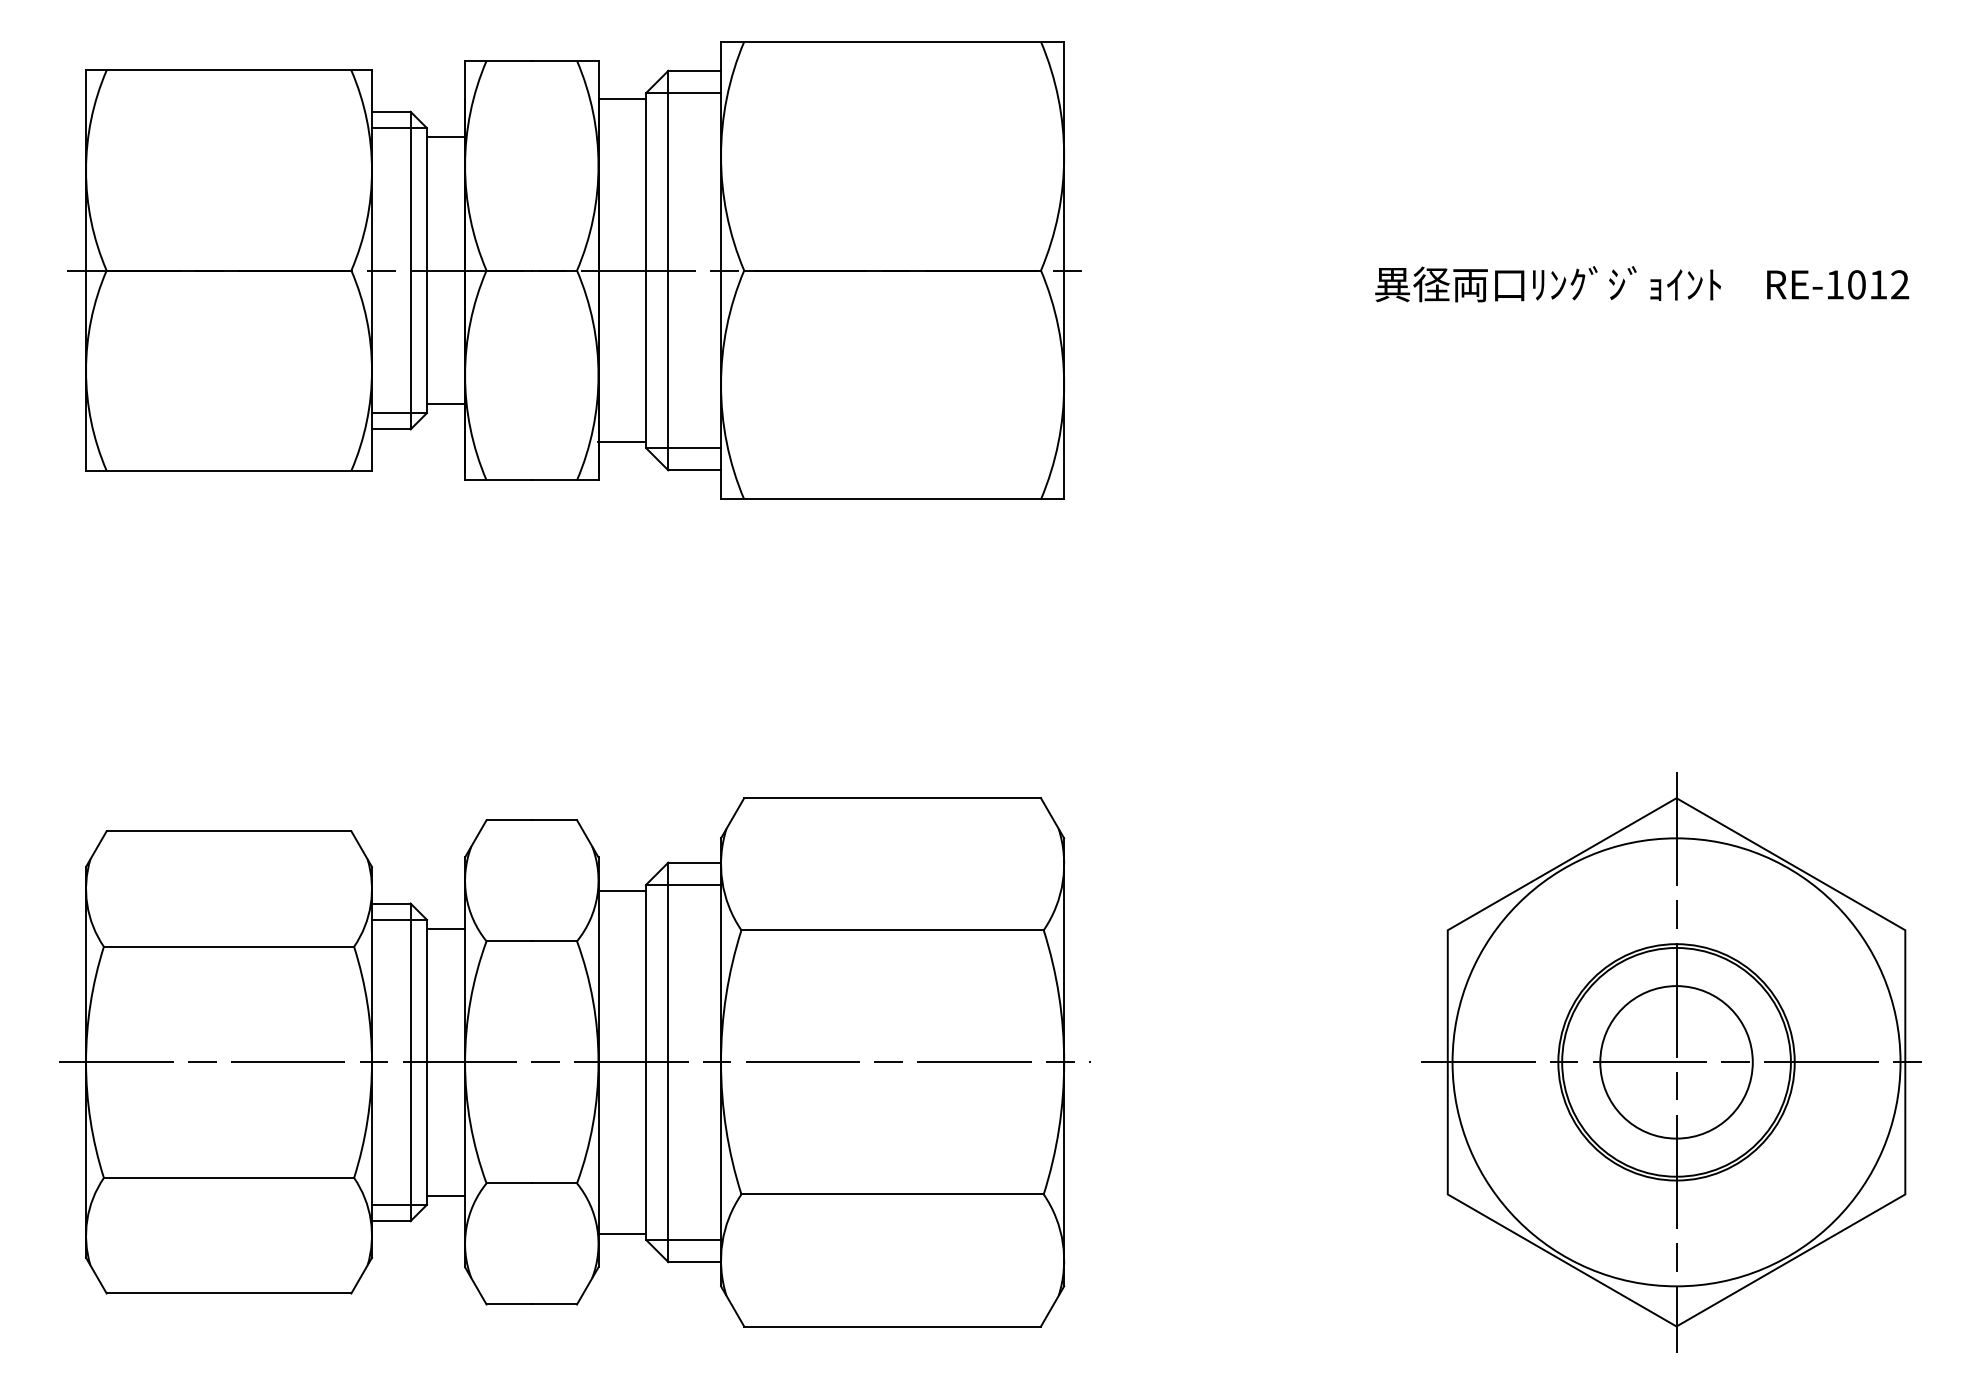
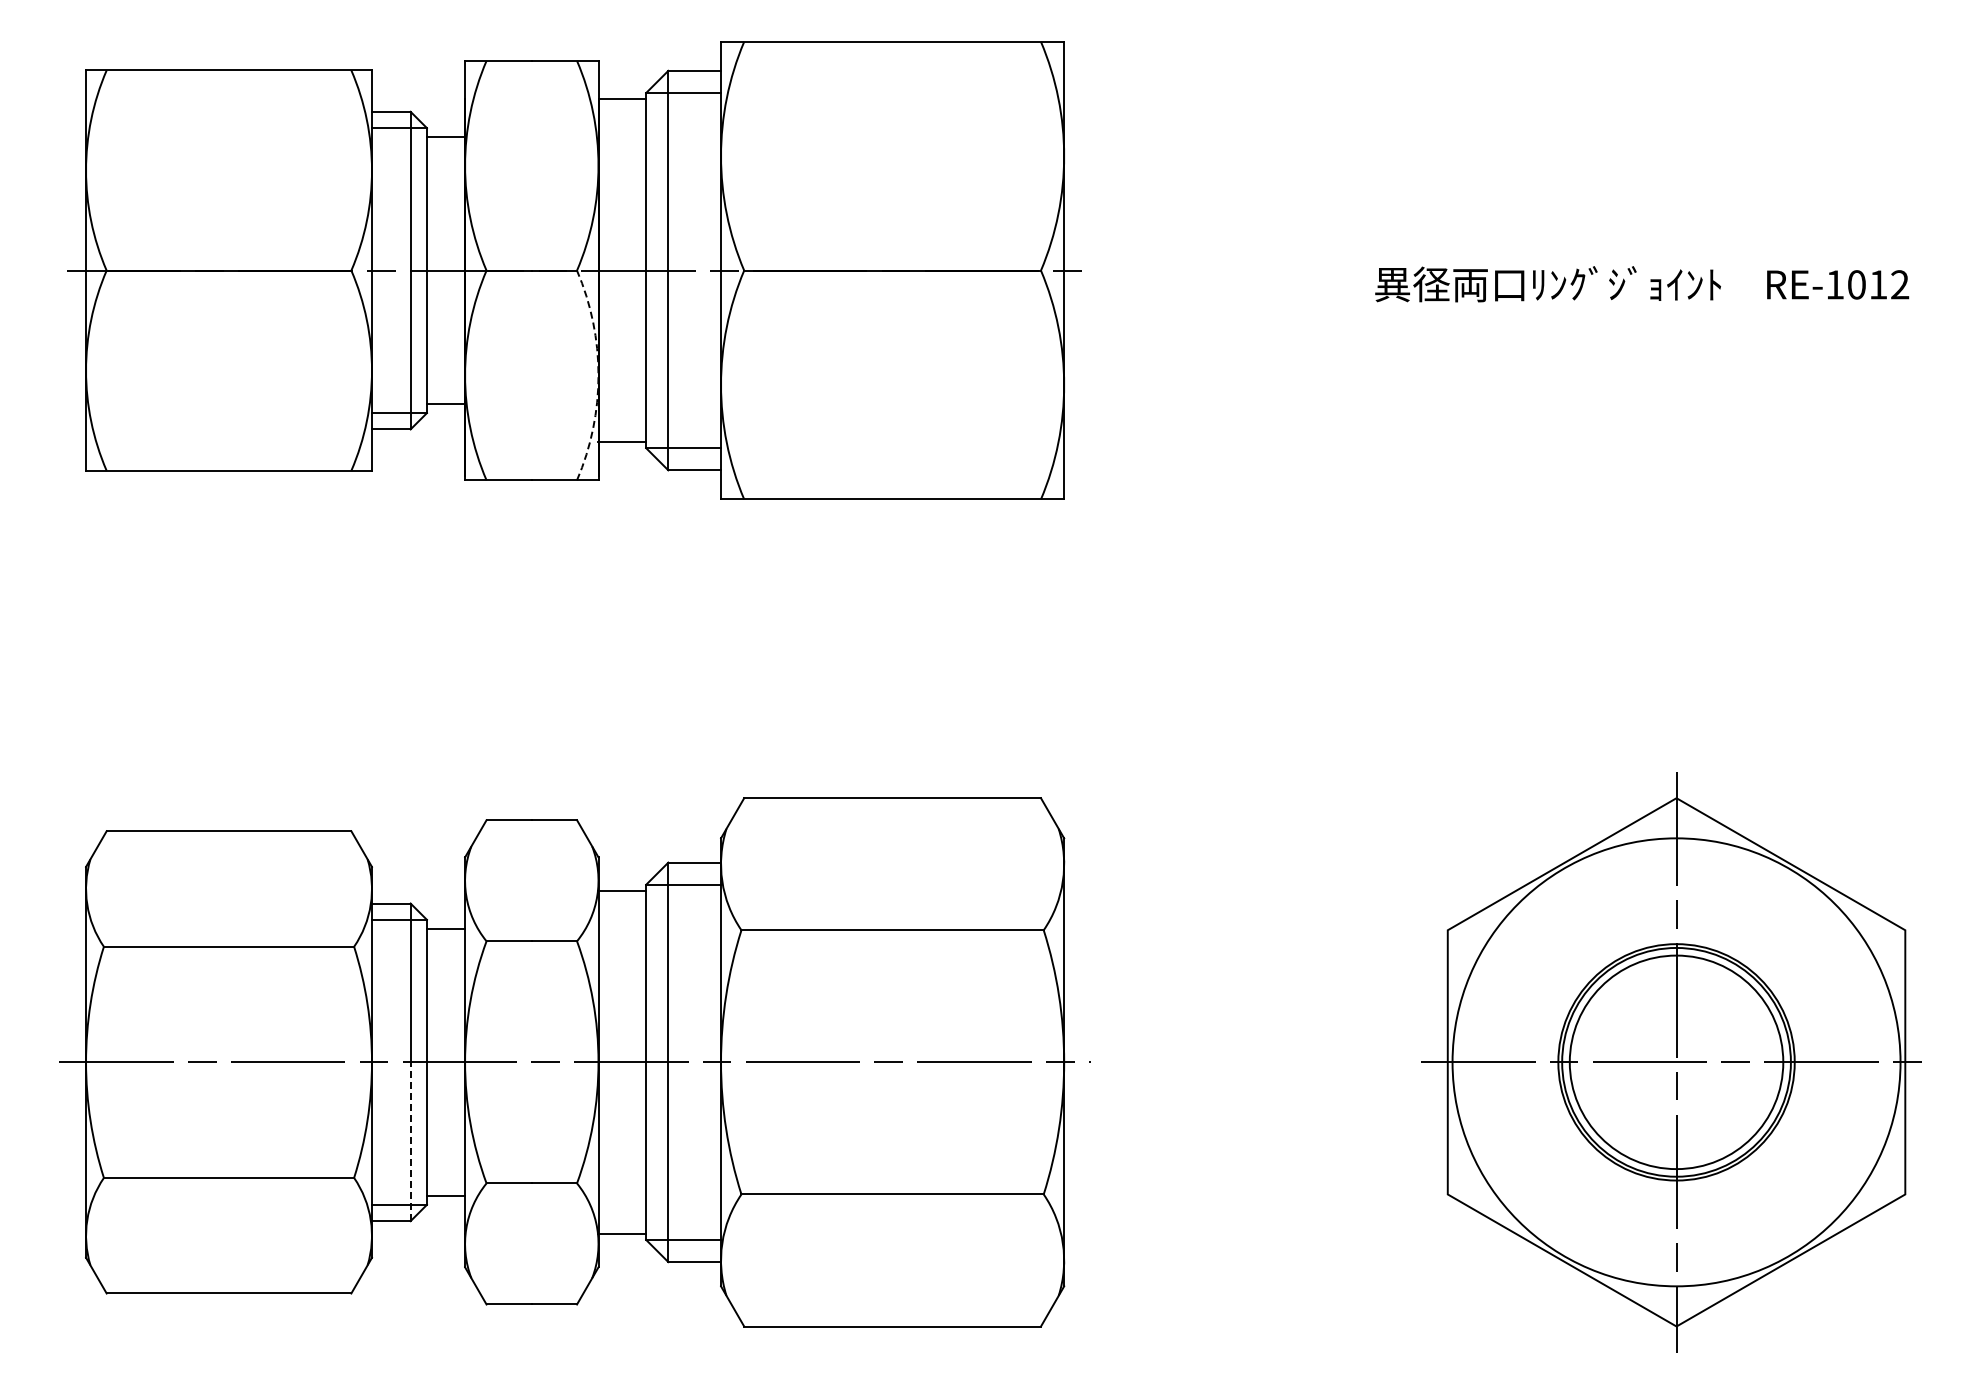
arc at (598, 375): solid -> dashed
circle at (1676, 1062) diameter: 153 px -> 214 px
line at (410, 1141): solid -> dashed
